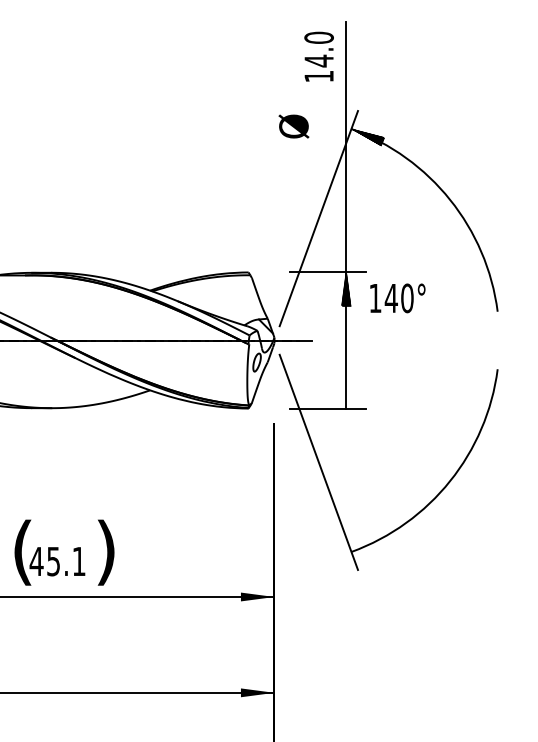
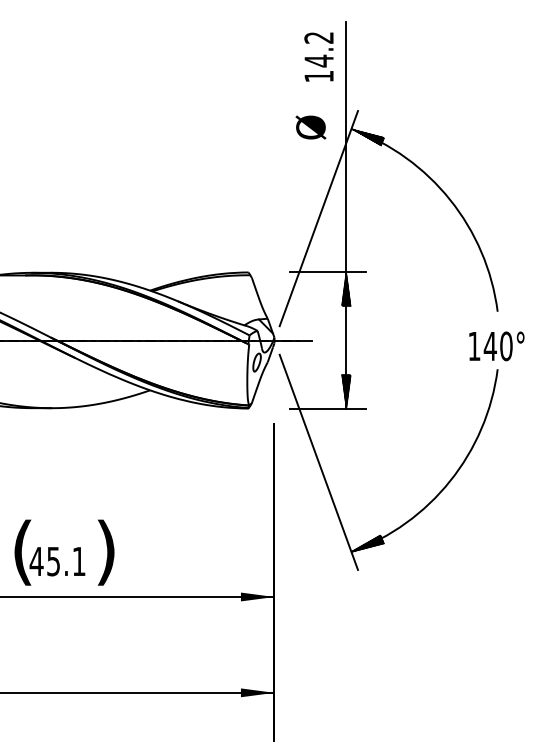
text at (318, 37): 14.0 -> 14.2
text at (293, 126) position: (293, 126) -> (310, 127)
text at (397, 298) position: (397, 298) -> (496, 346)
hatch at (345, 391): none -> present
hatch at (367, 543): none -> present
